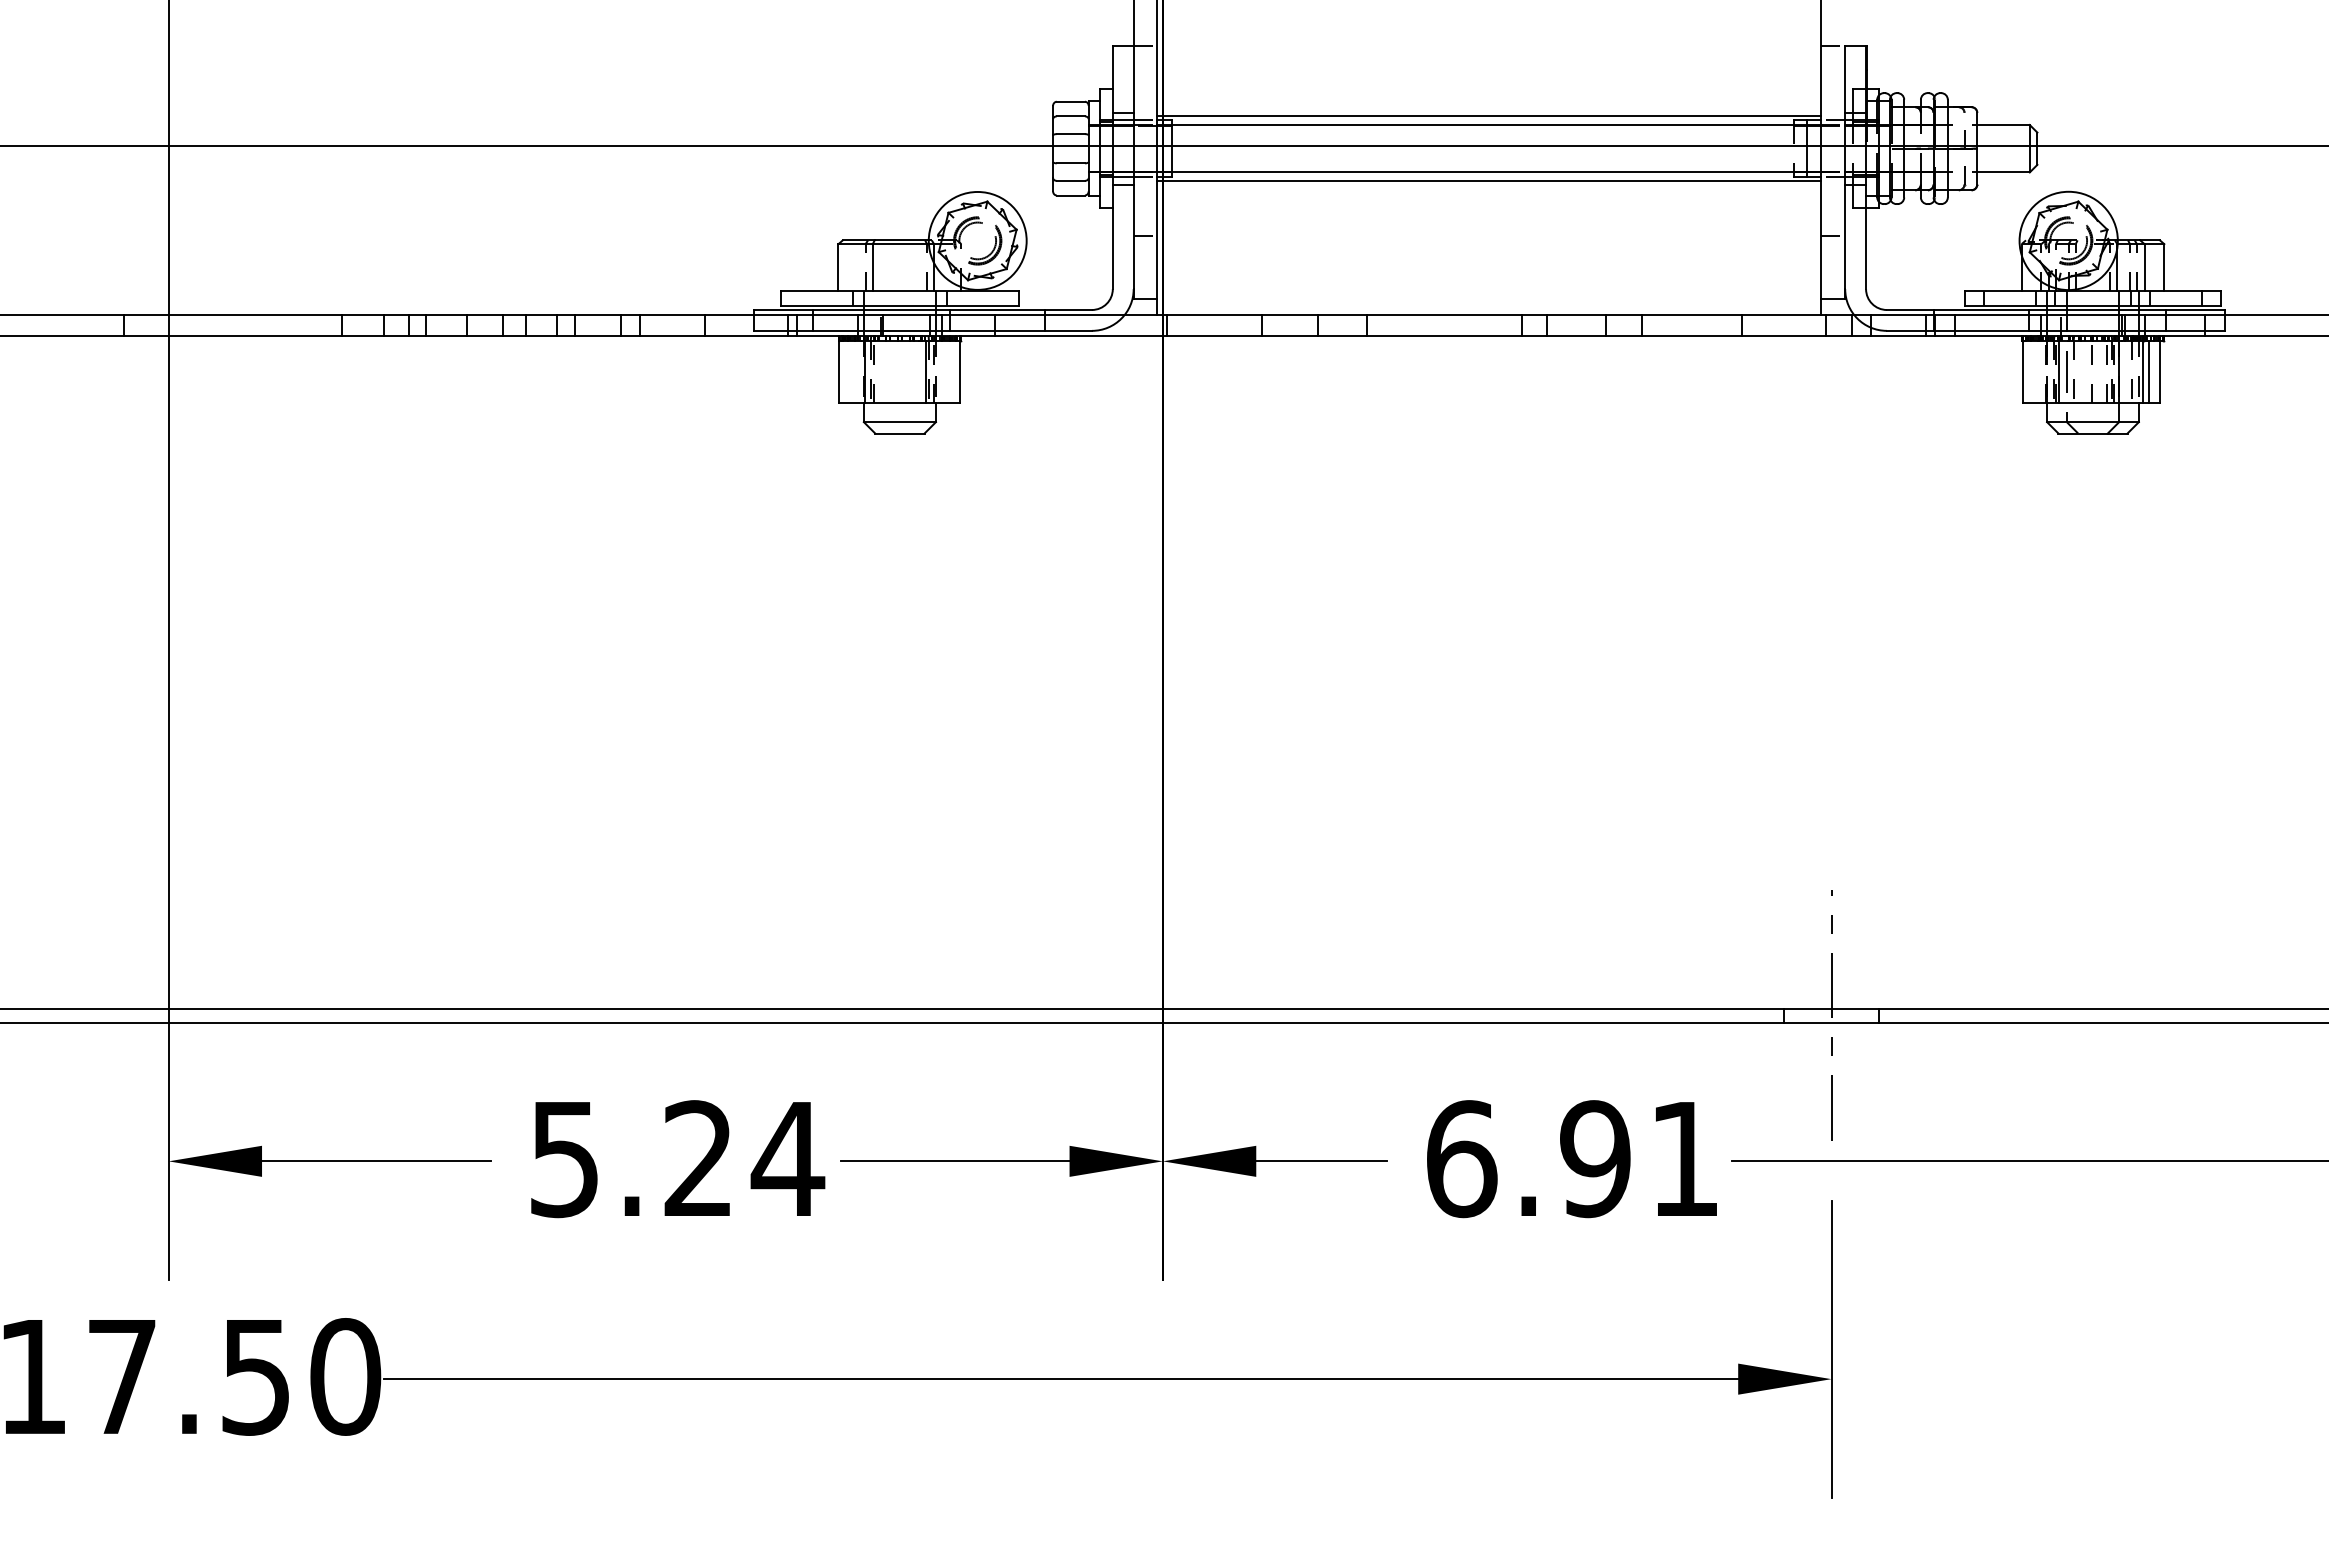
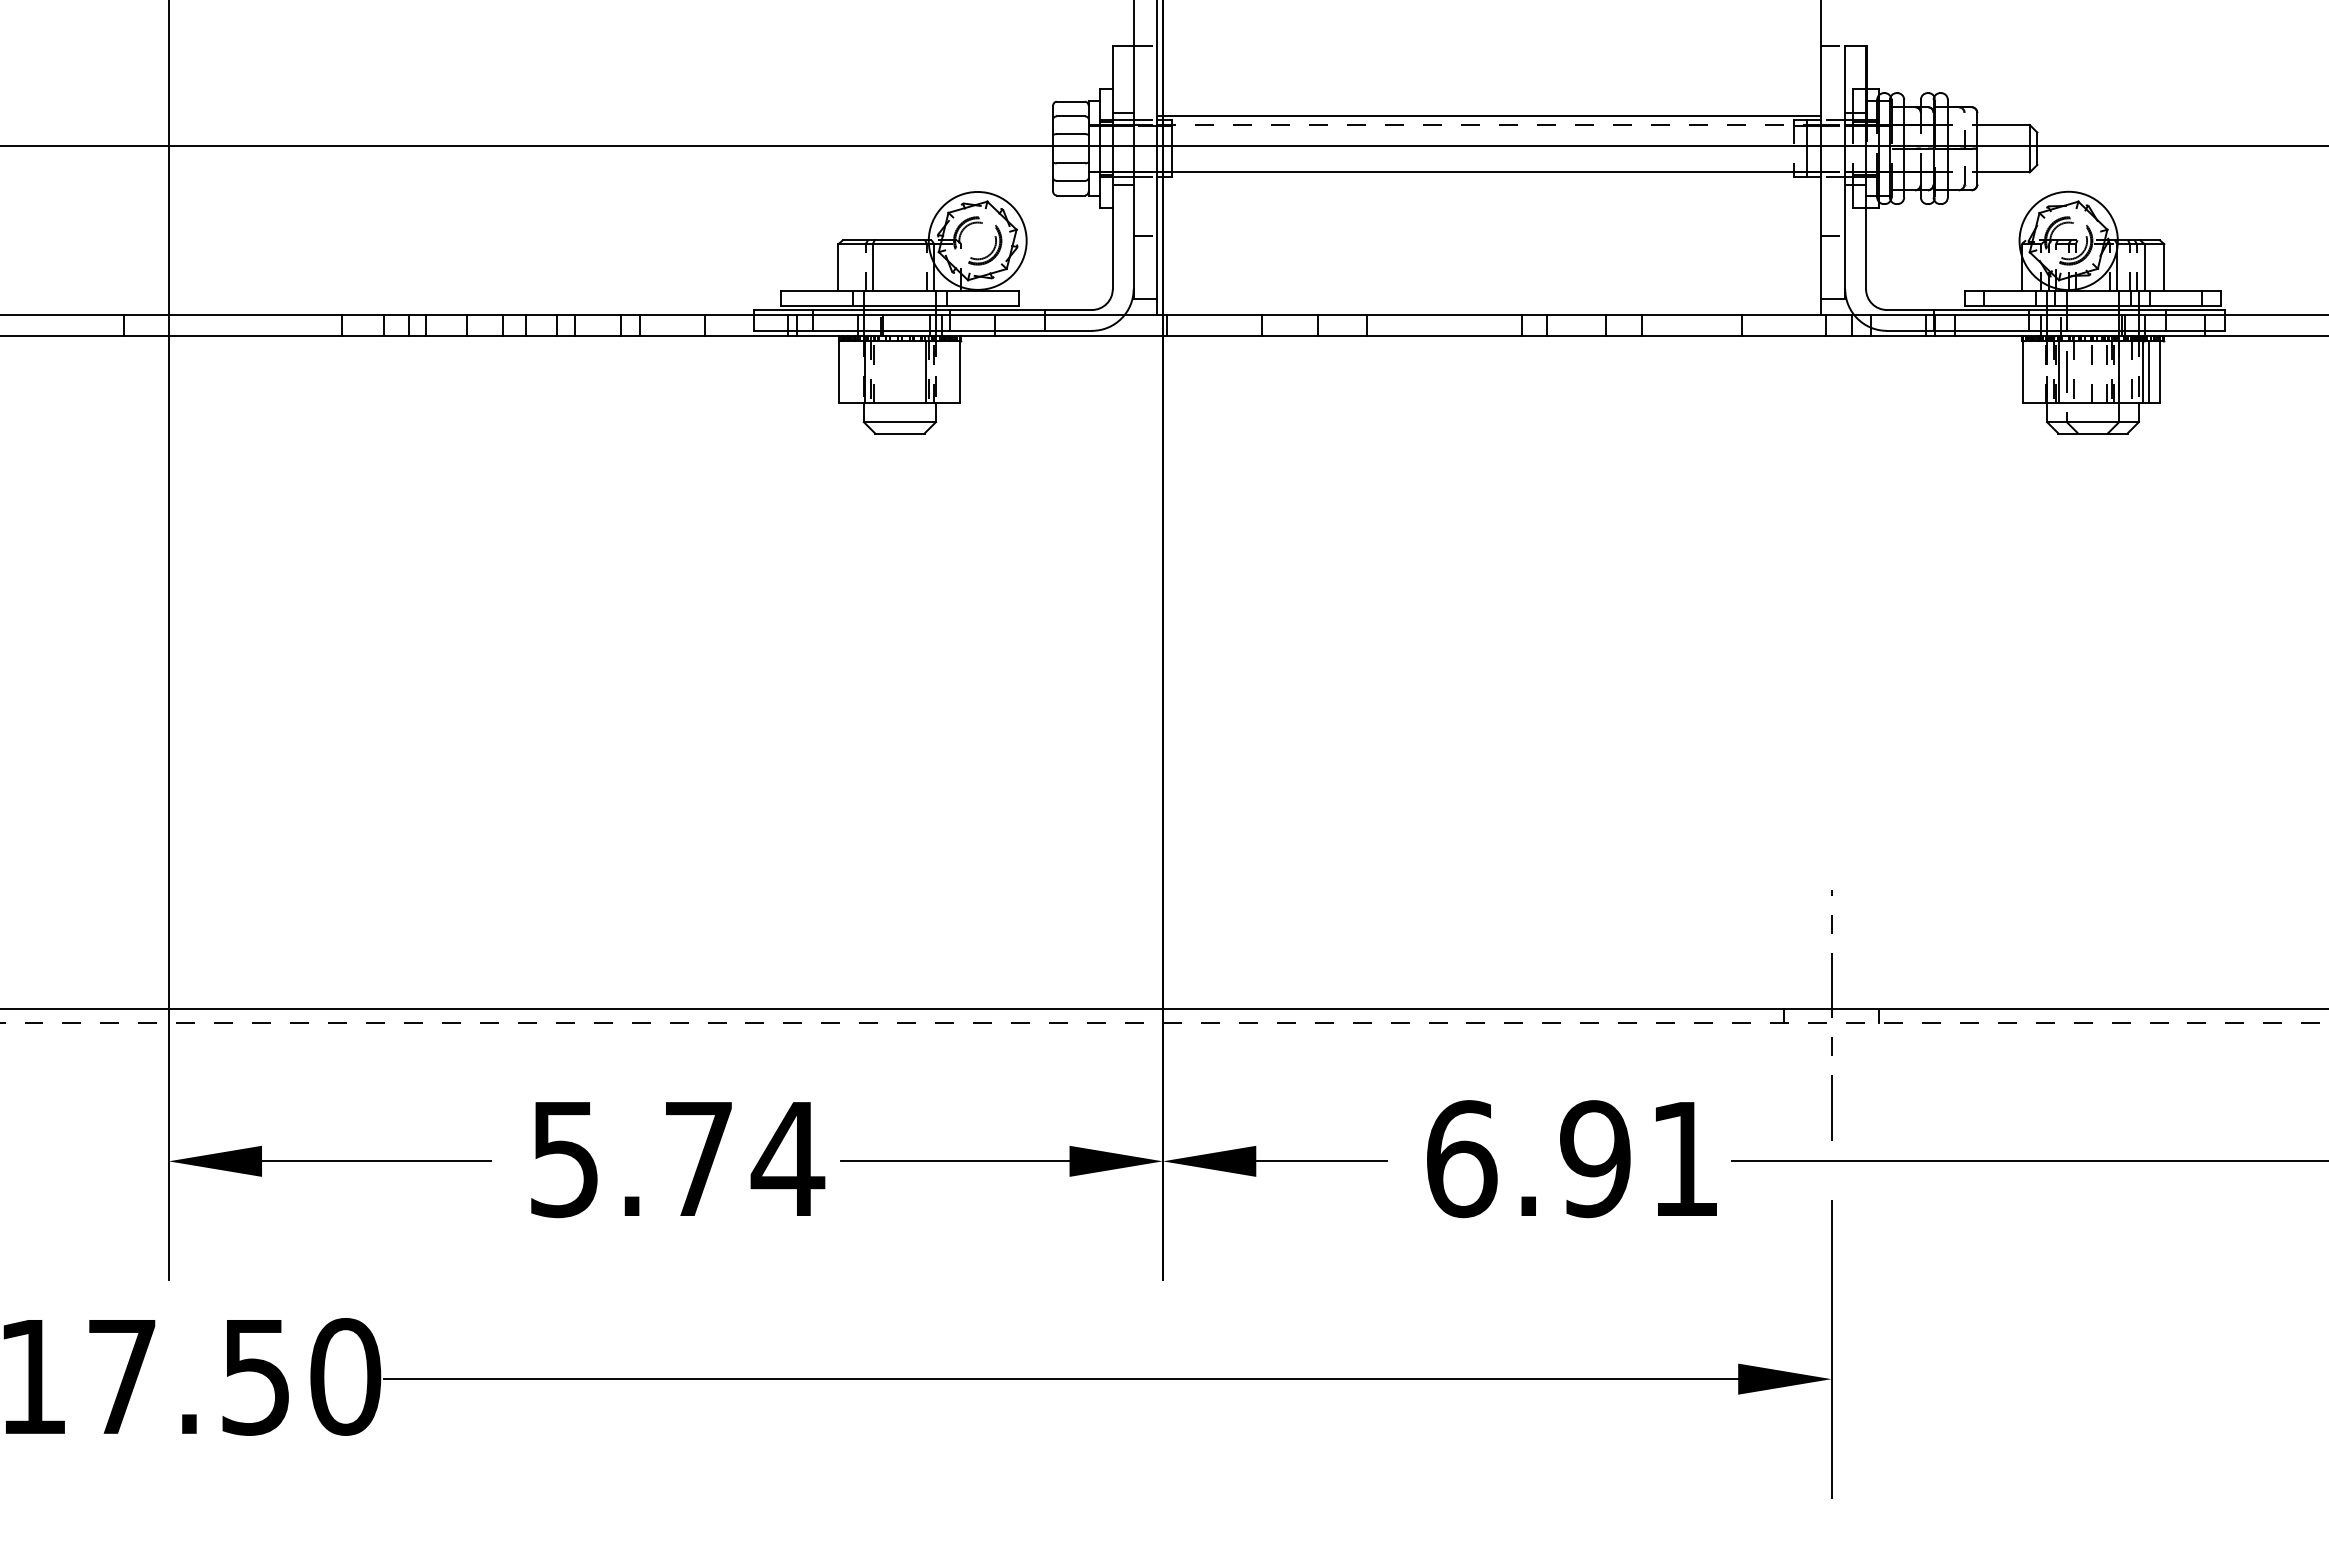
line at (1489, 125): solid -> dashed
line at (1489, 181): present -> none
line at (1164, 1022): solid -> dashed
text at (697, 1157): 5.24 -> 5.74
